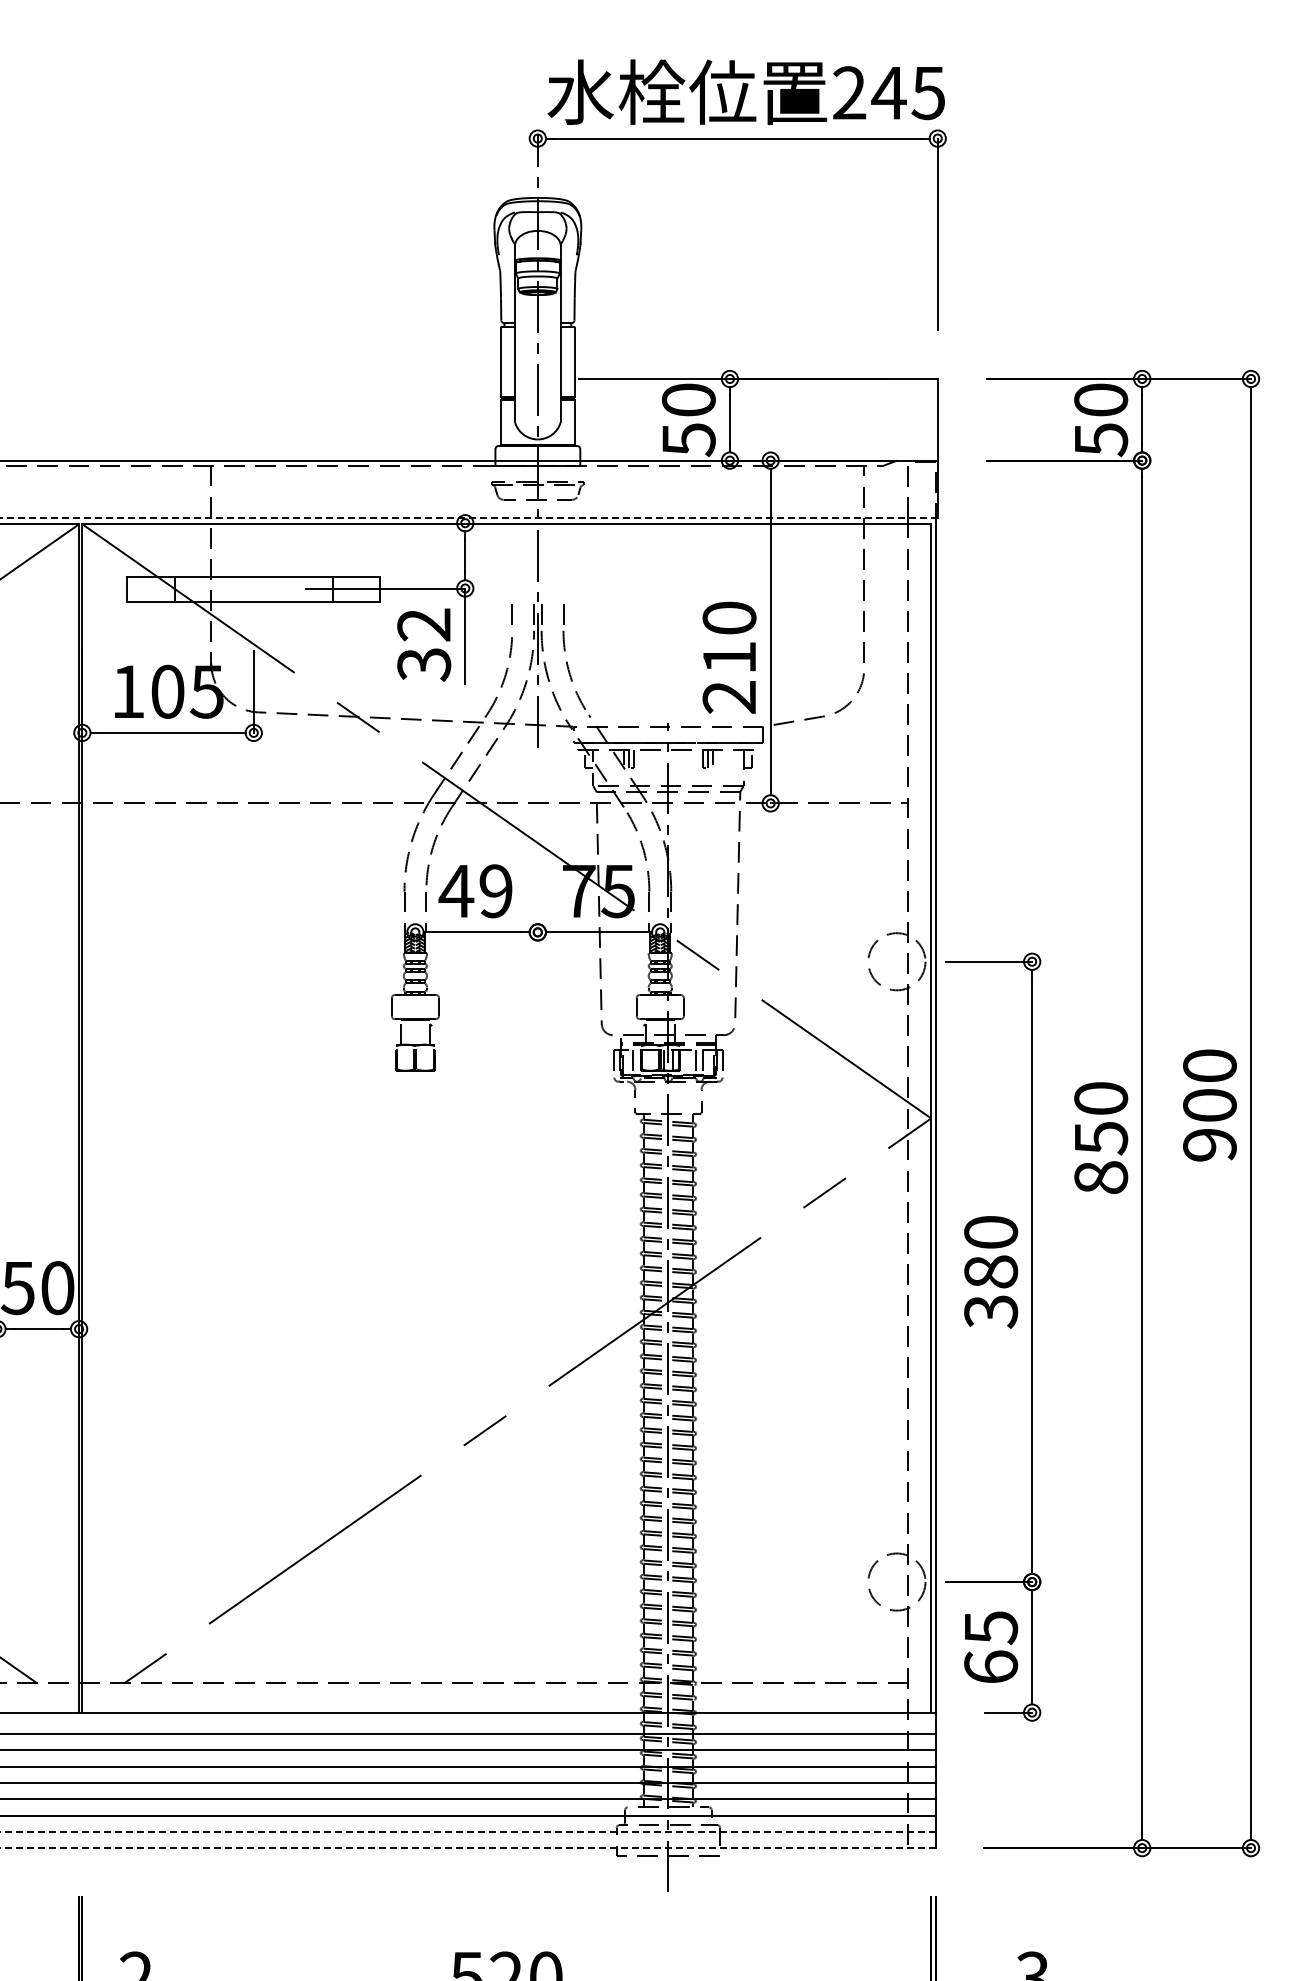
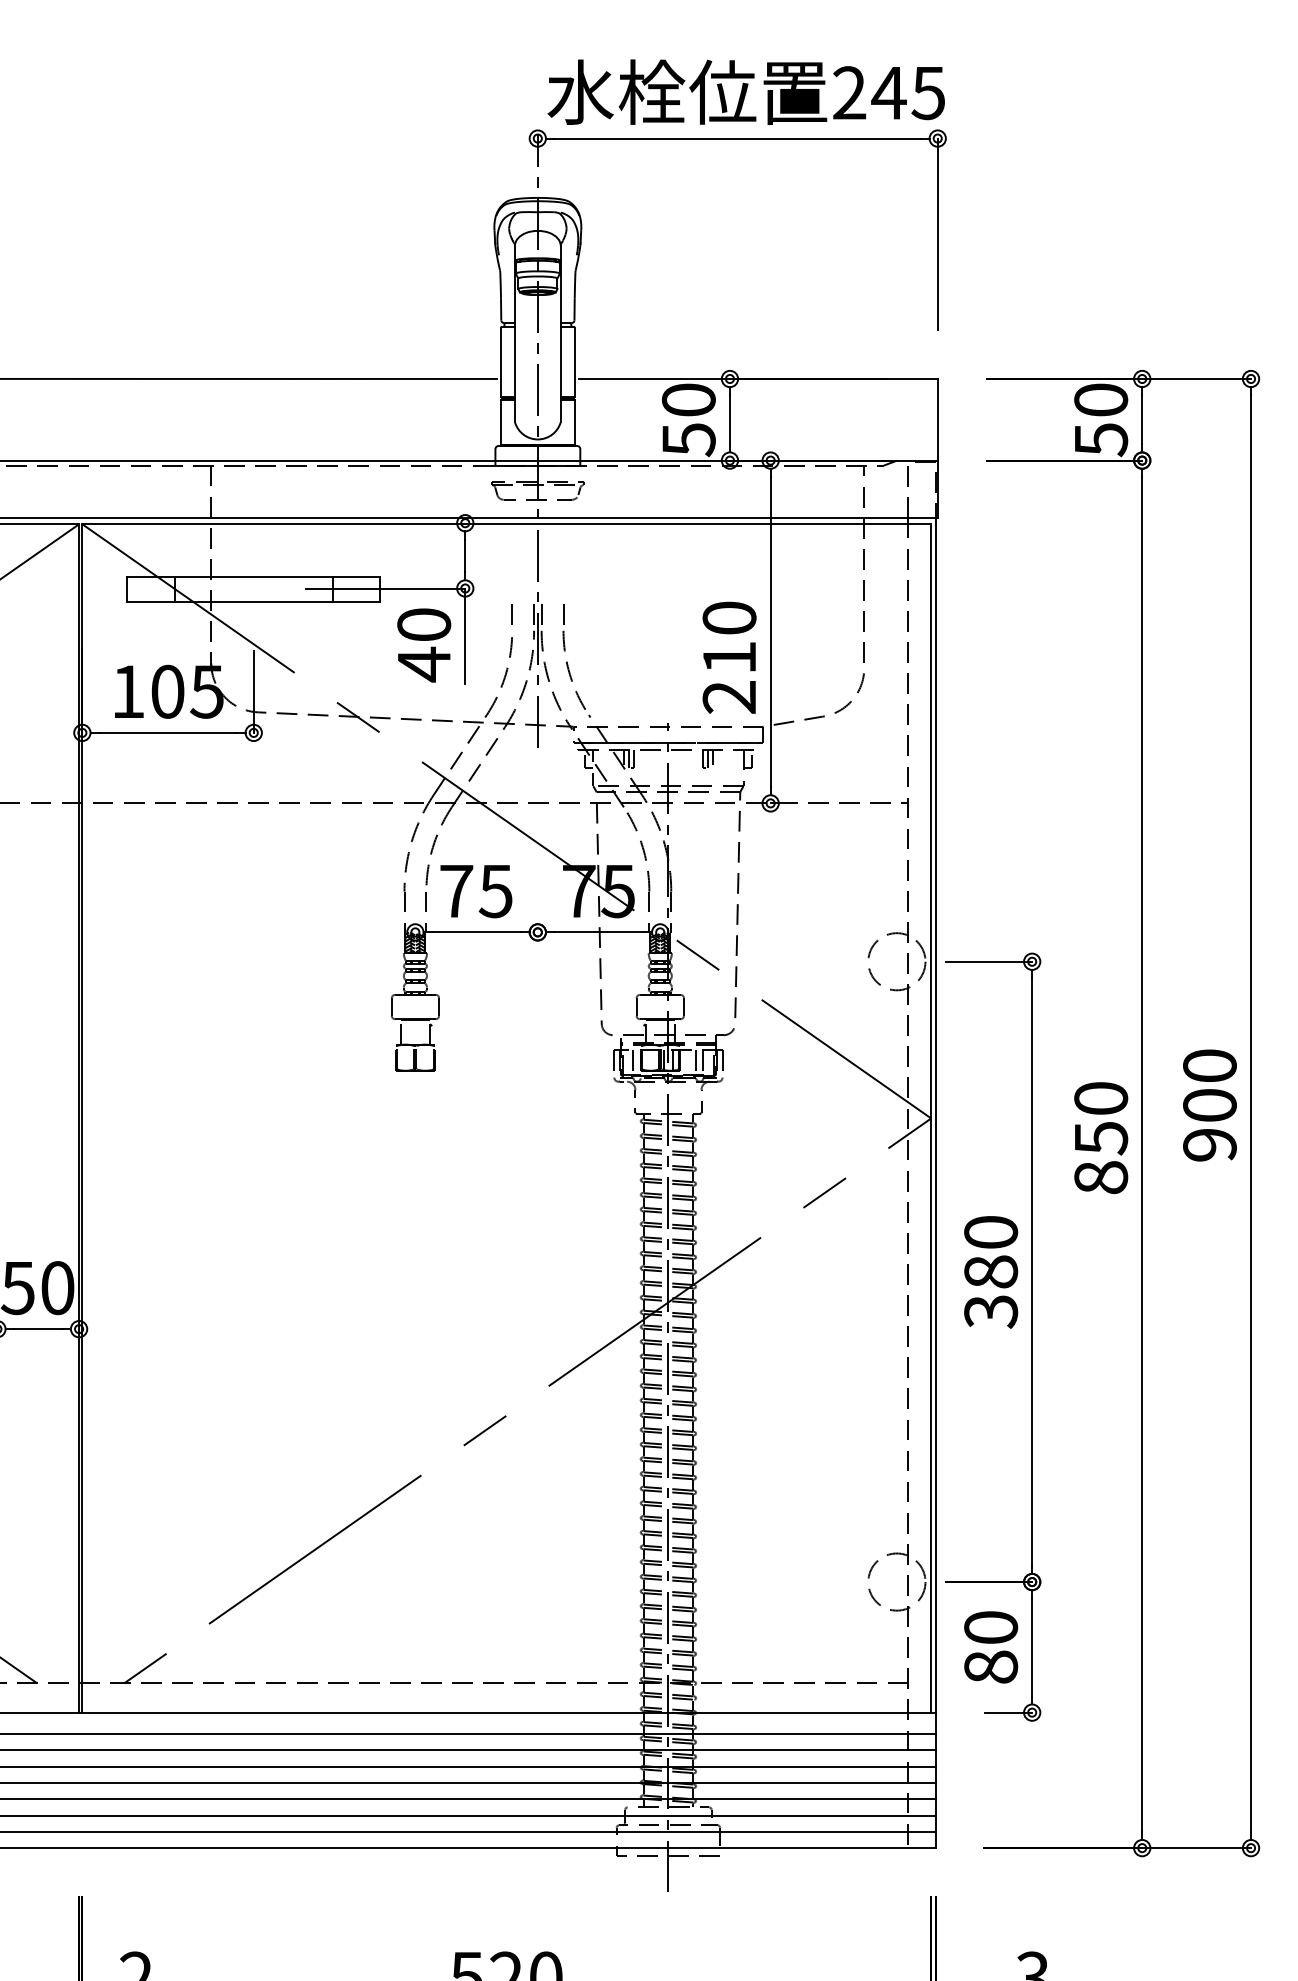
line at (249, 378): none -> present
line at (469, 517): dashed -> solid
text at (424, 645): 32 -> 40
text at (475, 891): 49 -> 75
text at (991, 1647): 65 -> 80
line at (468, 1831): dashed -> solid
line at (468, 1848): dashed -> solid
